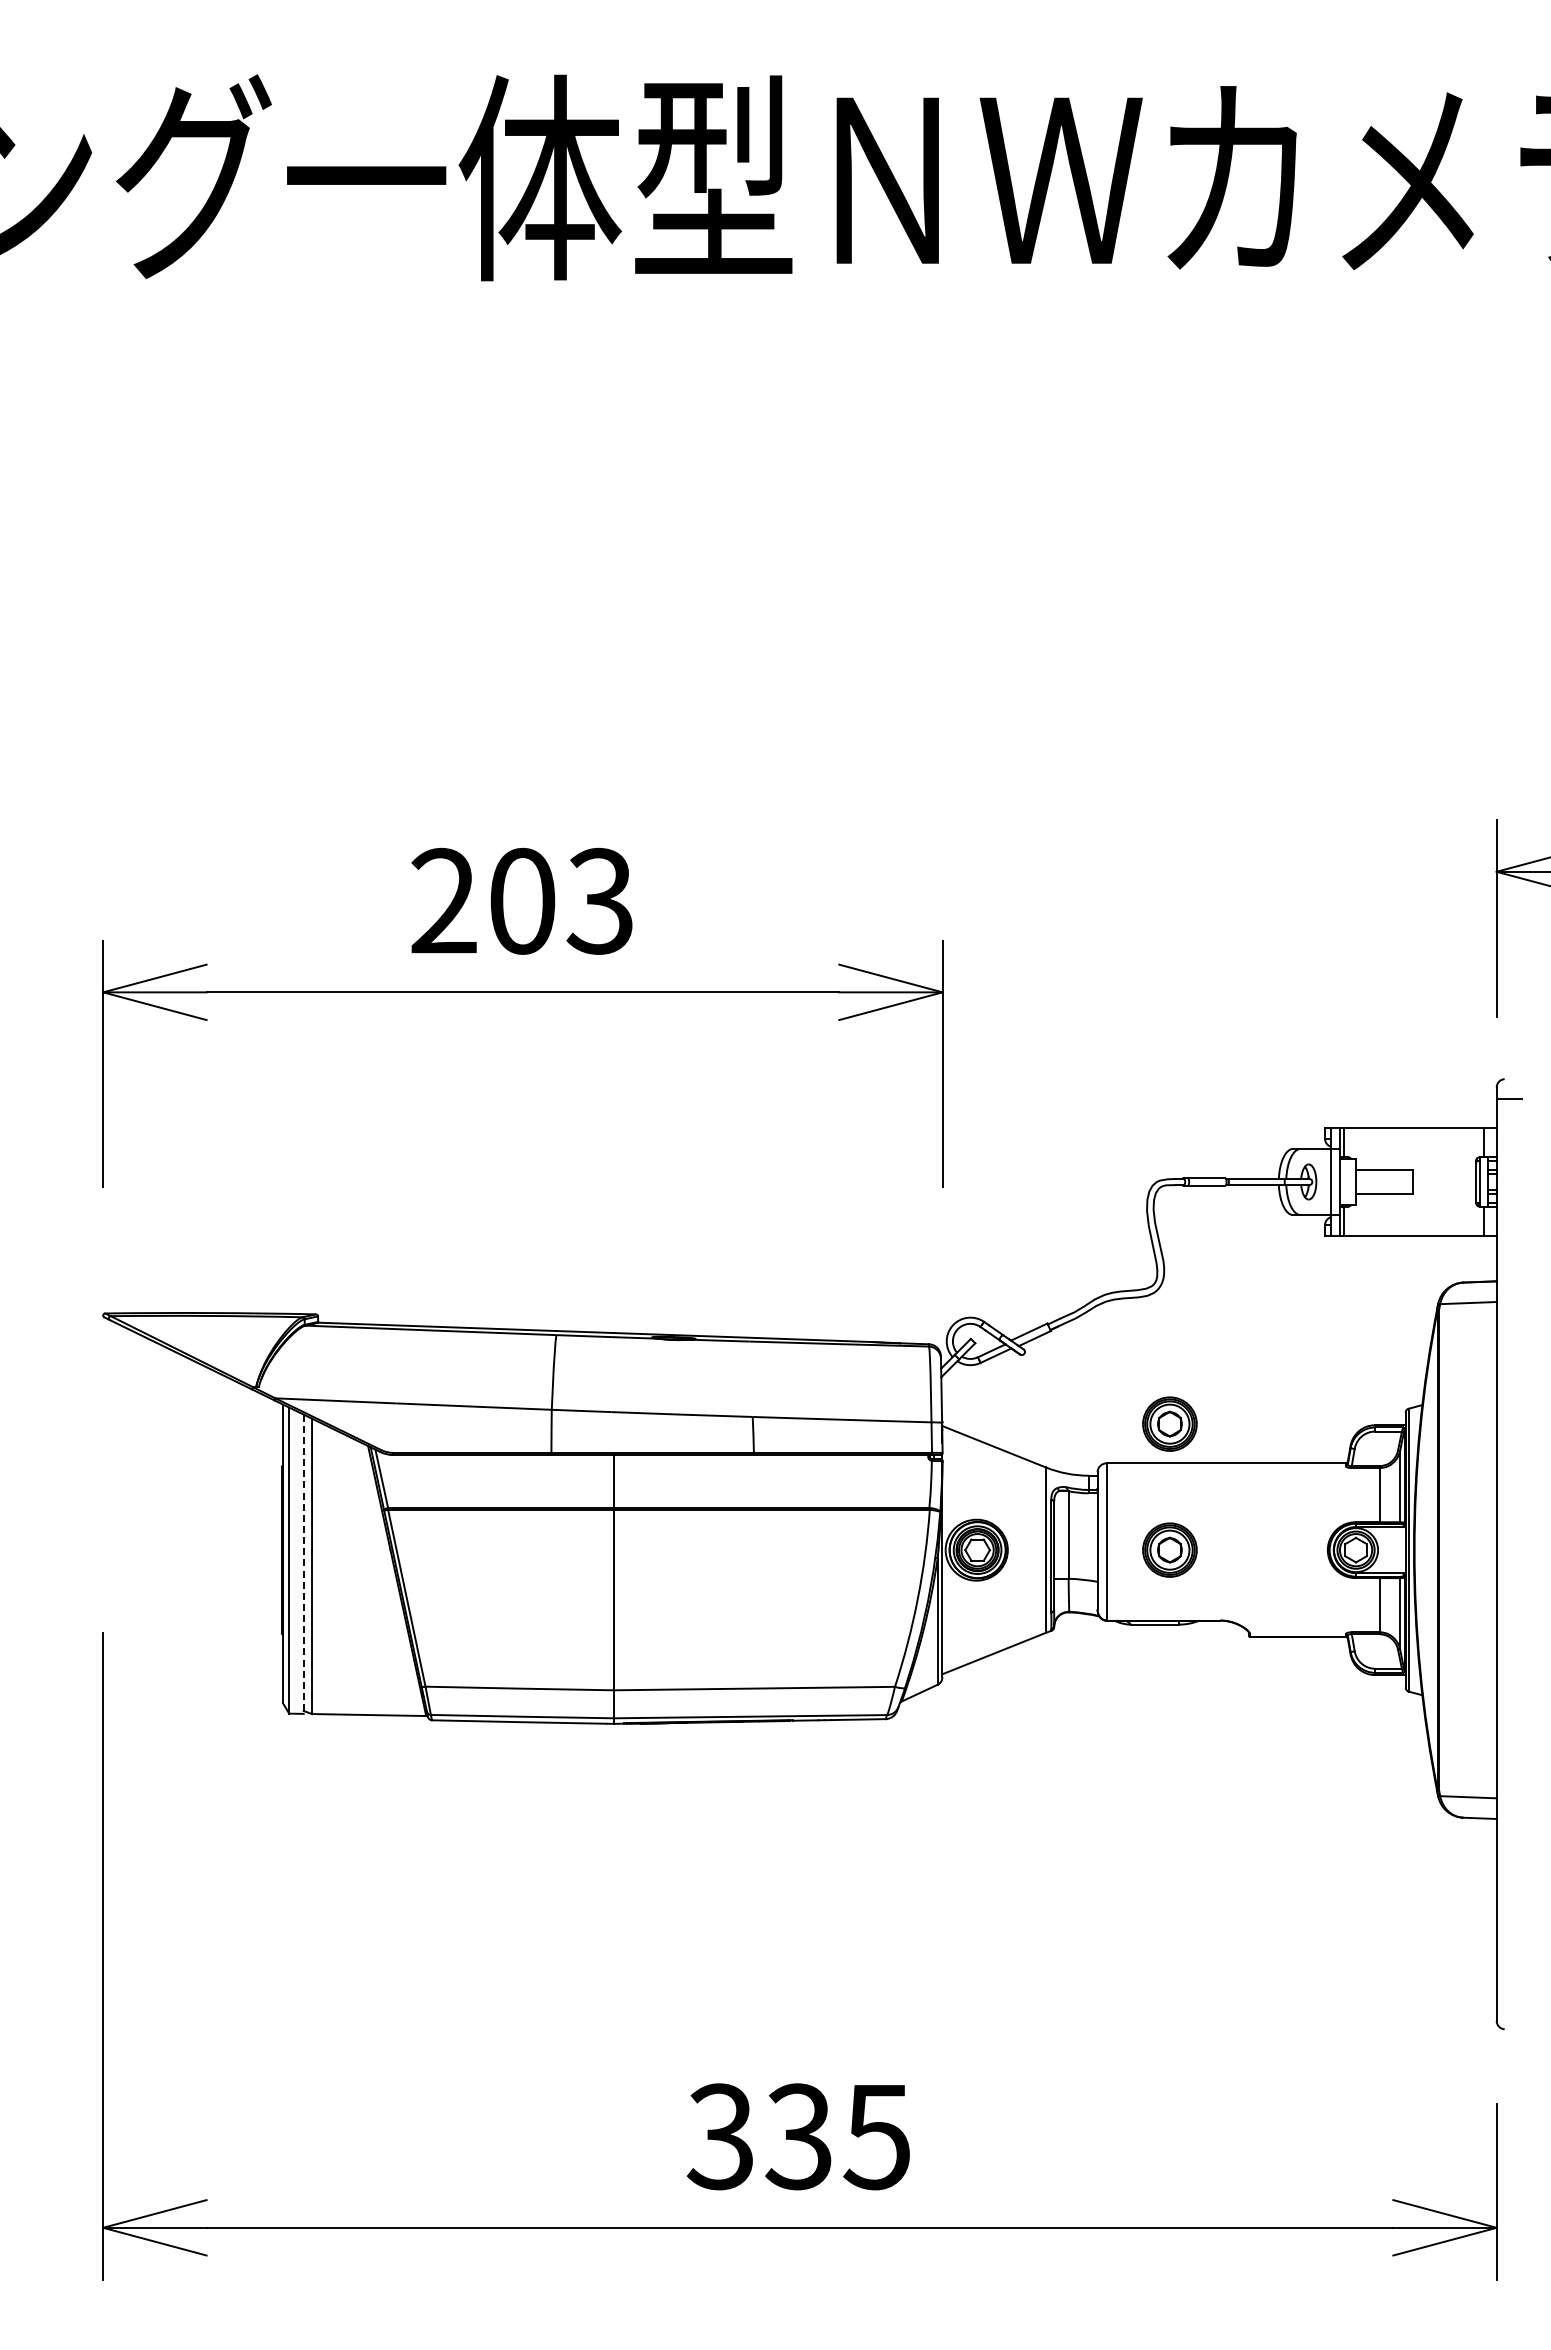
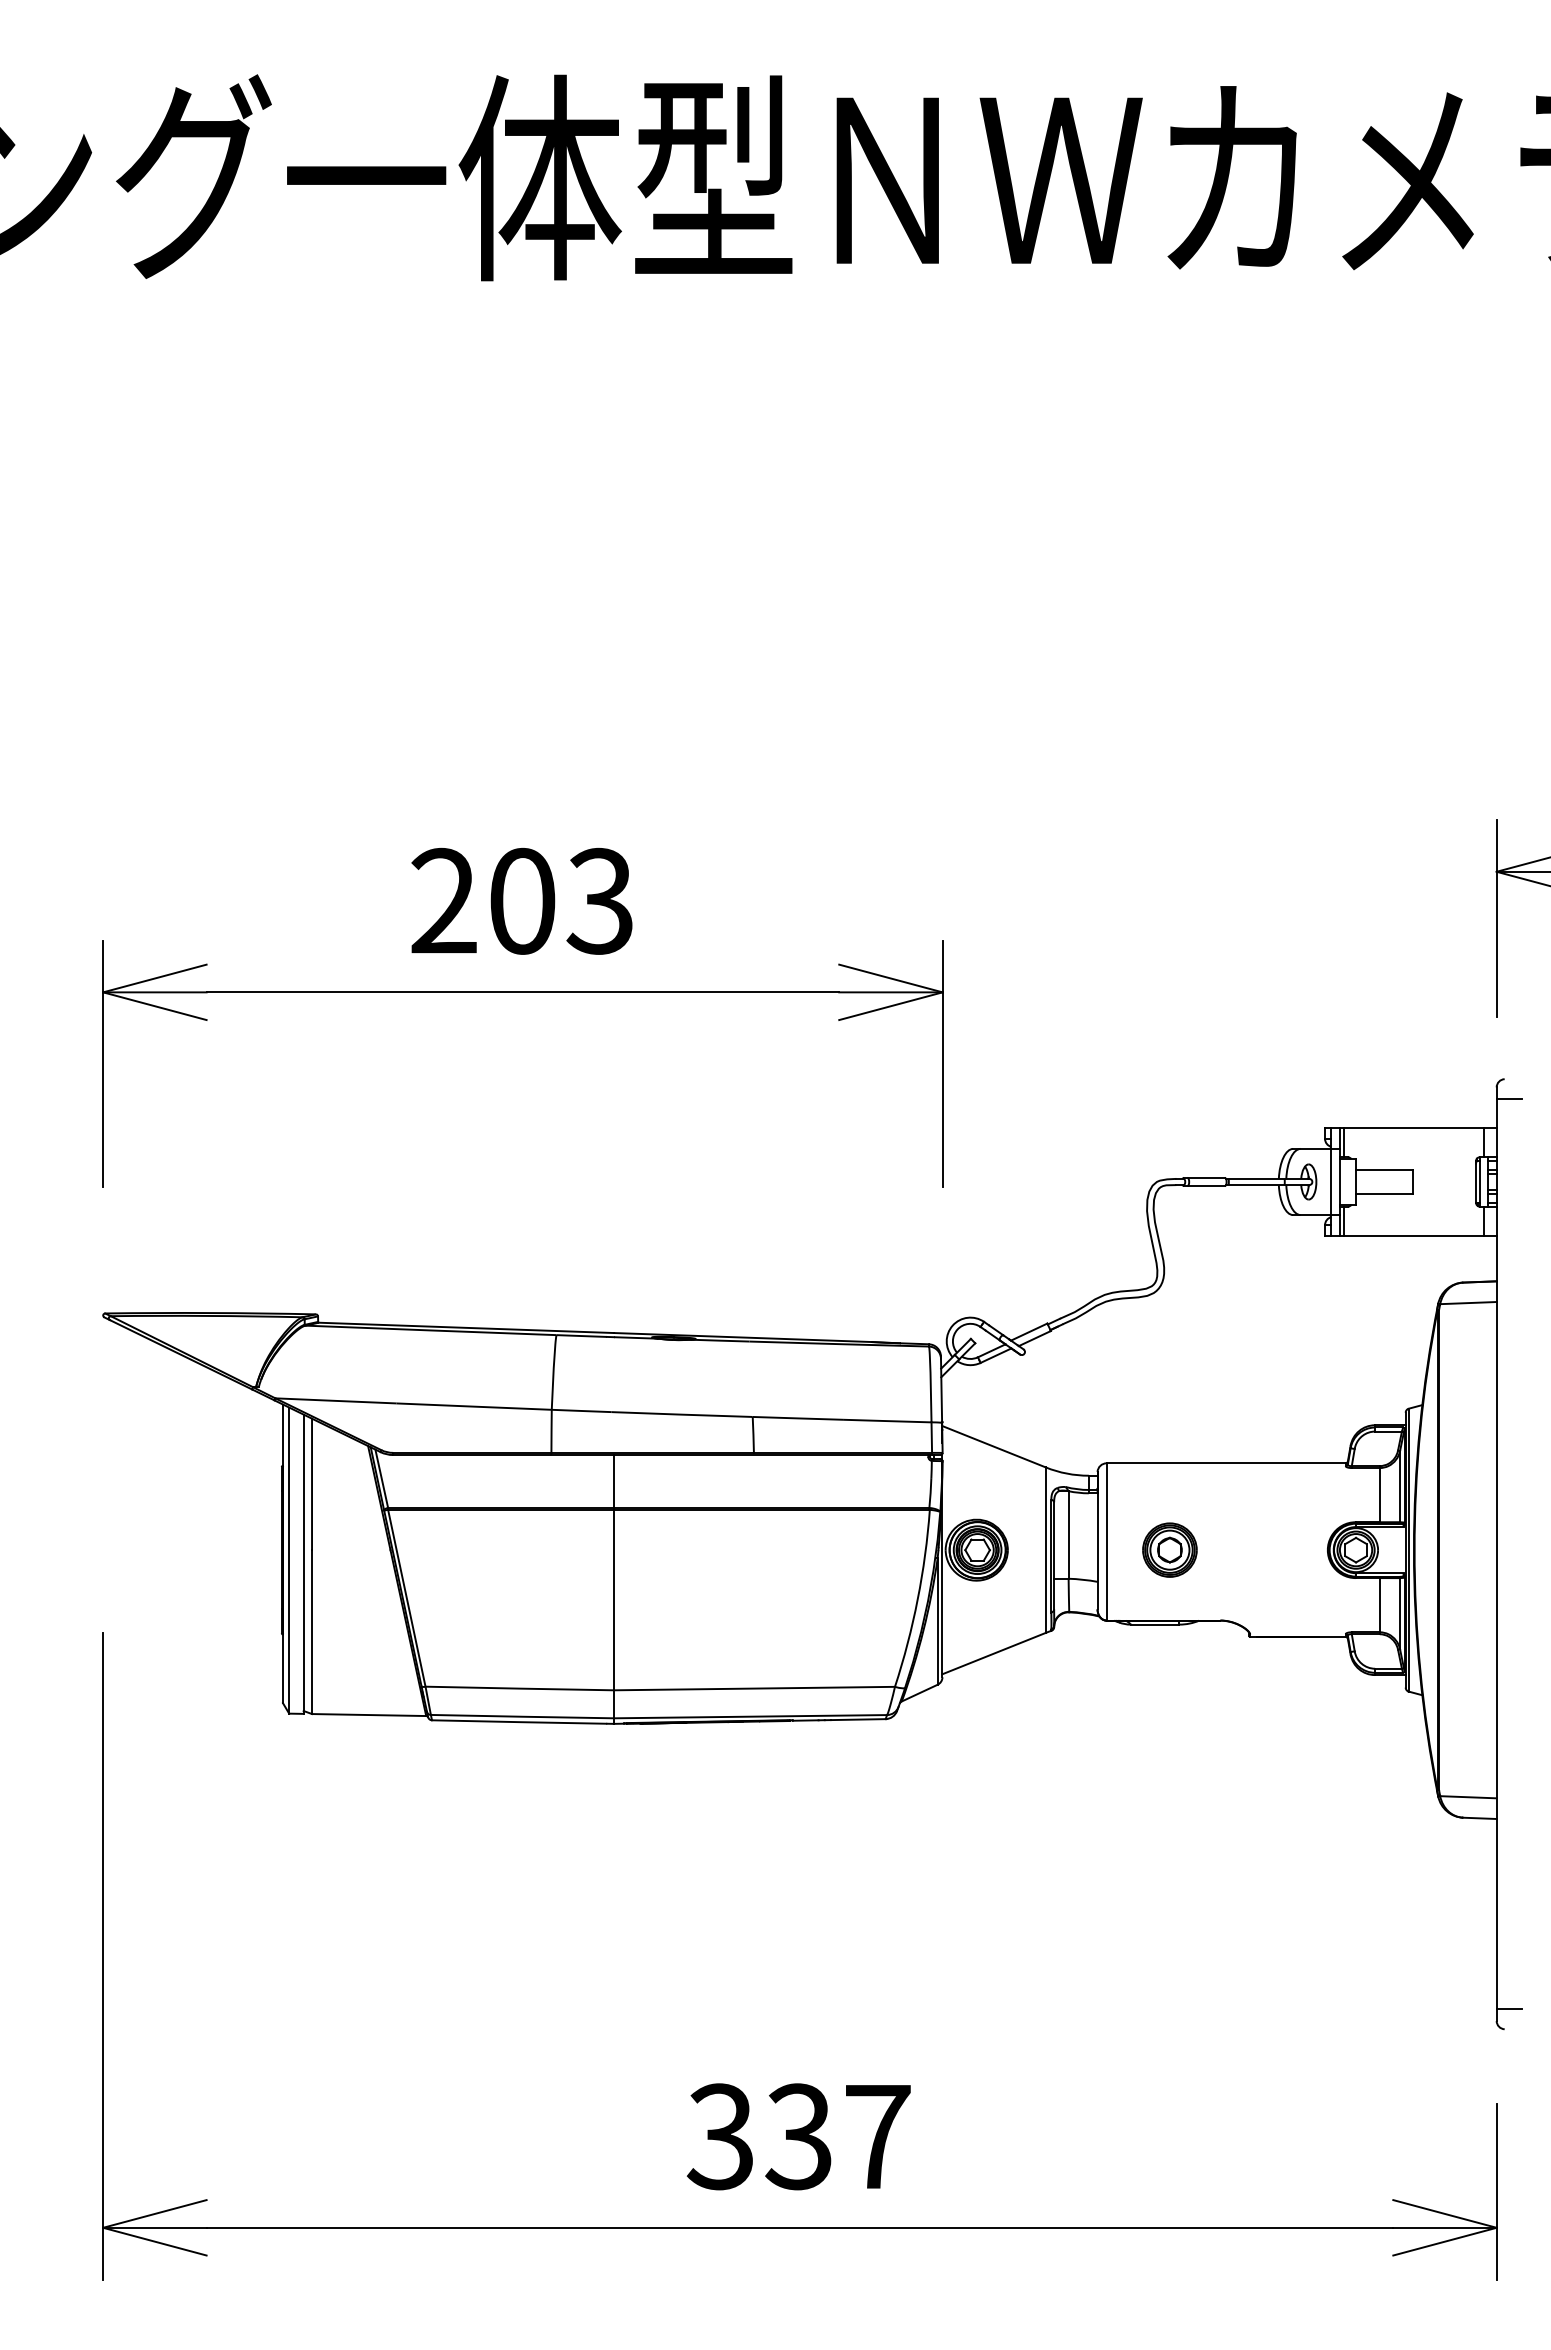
part at (1169, 1423): present -> none
line at (303, 1564): dashed -> solid
line at (1508, 2009): none -> present
text at (876, 2137): 335 -> 337
